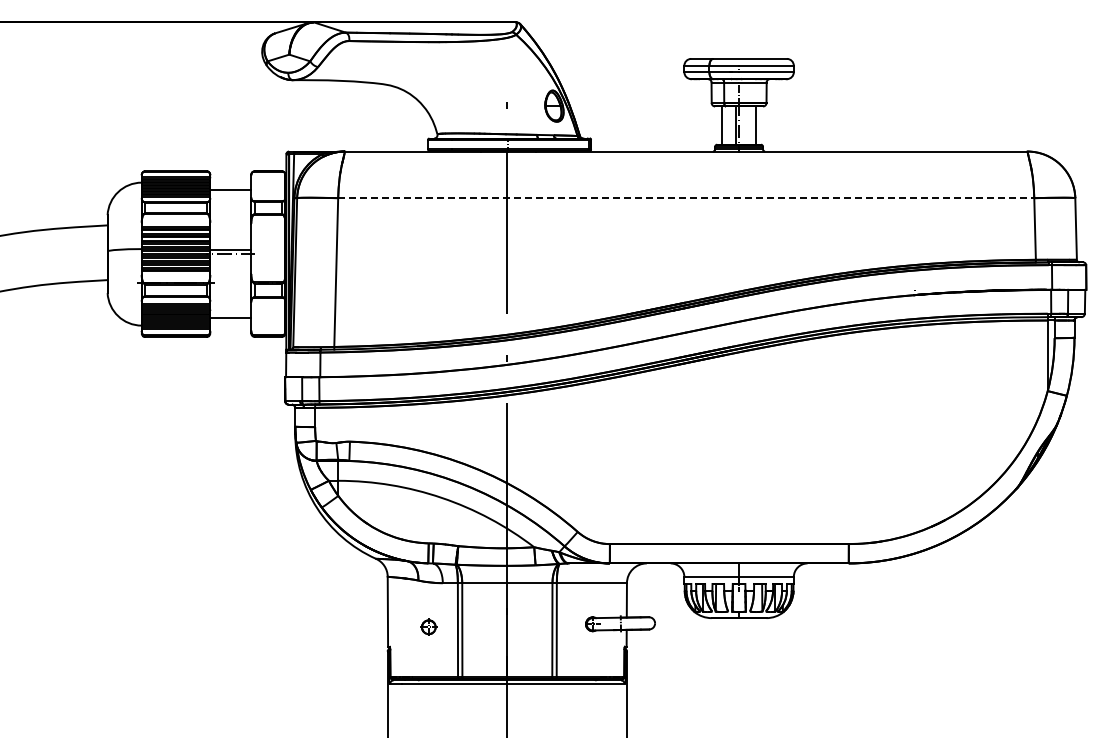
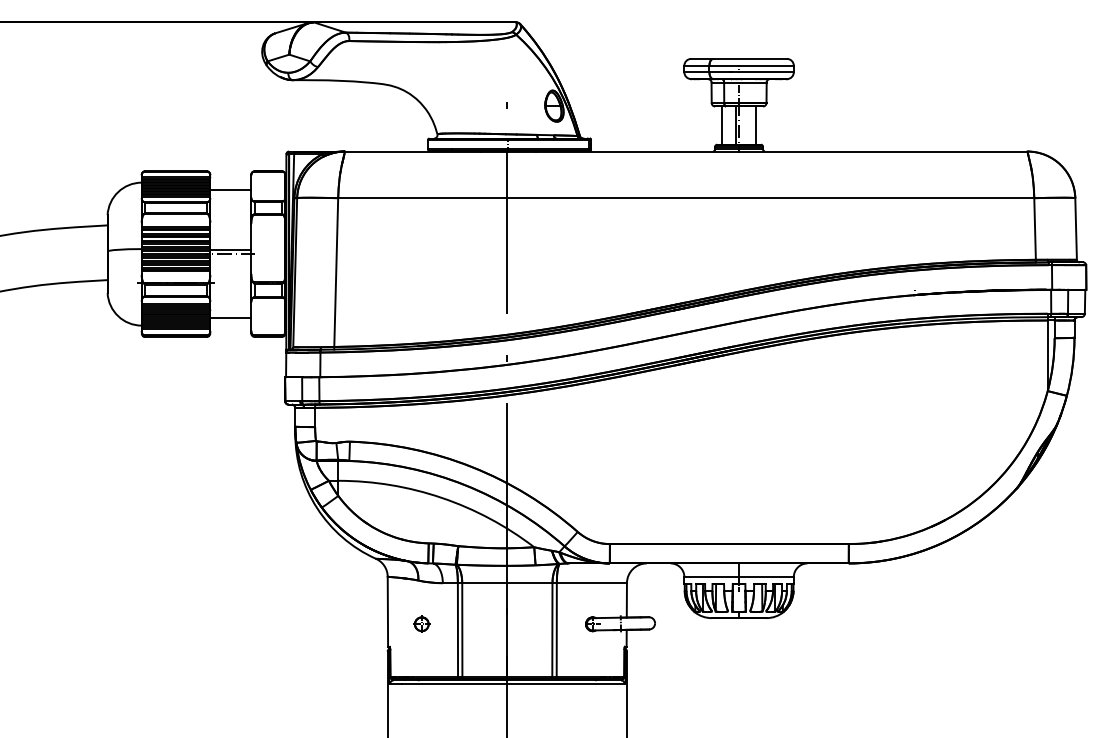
line at (686, 198): dashed -> solid
part at (428, 626) position: (428, 626) -> (421, 623)
